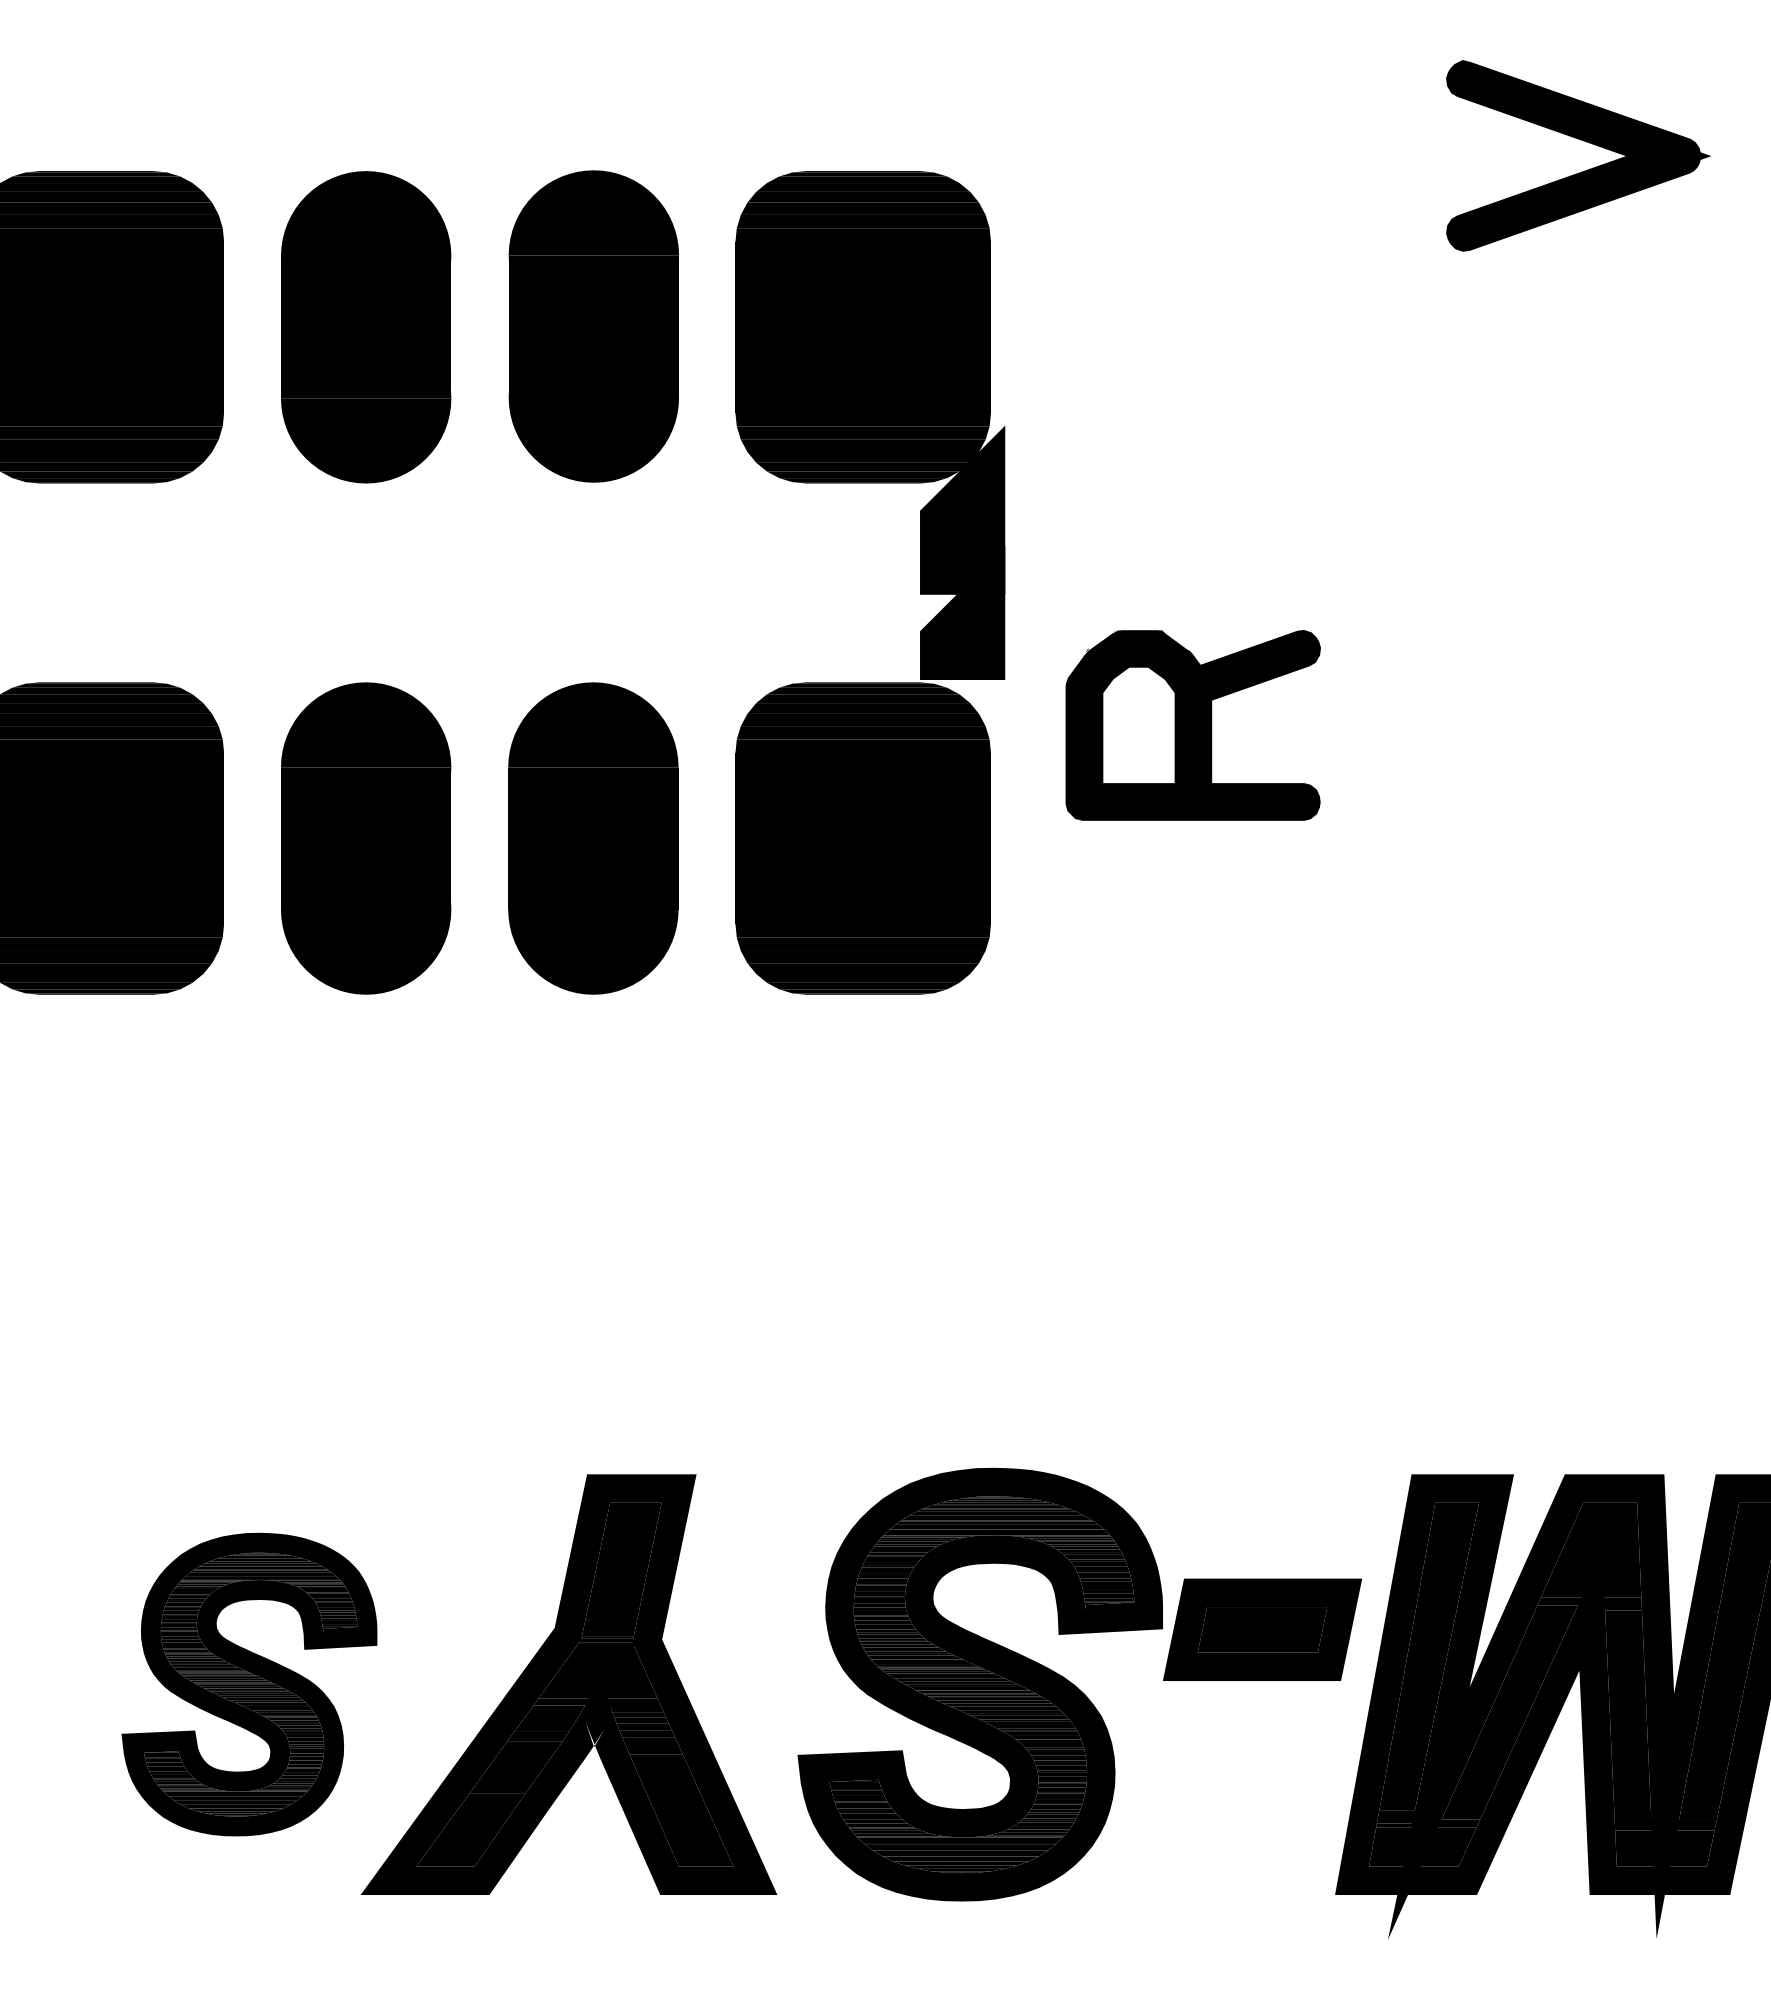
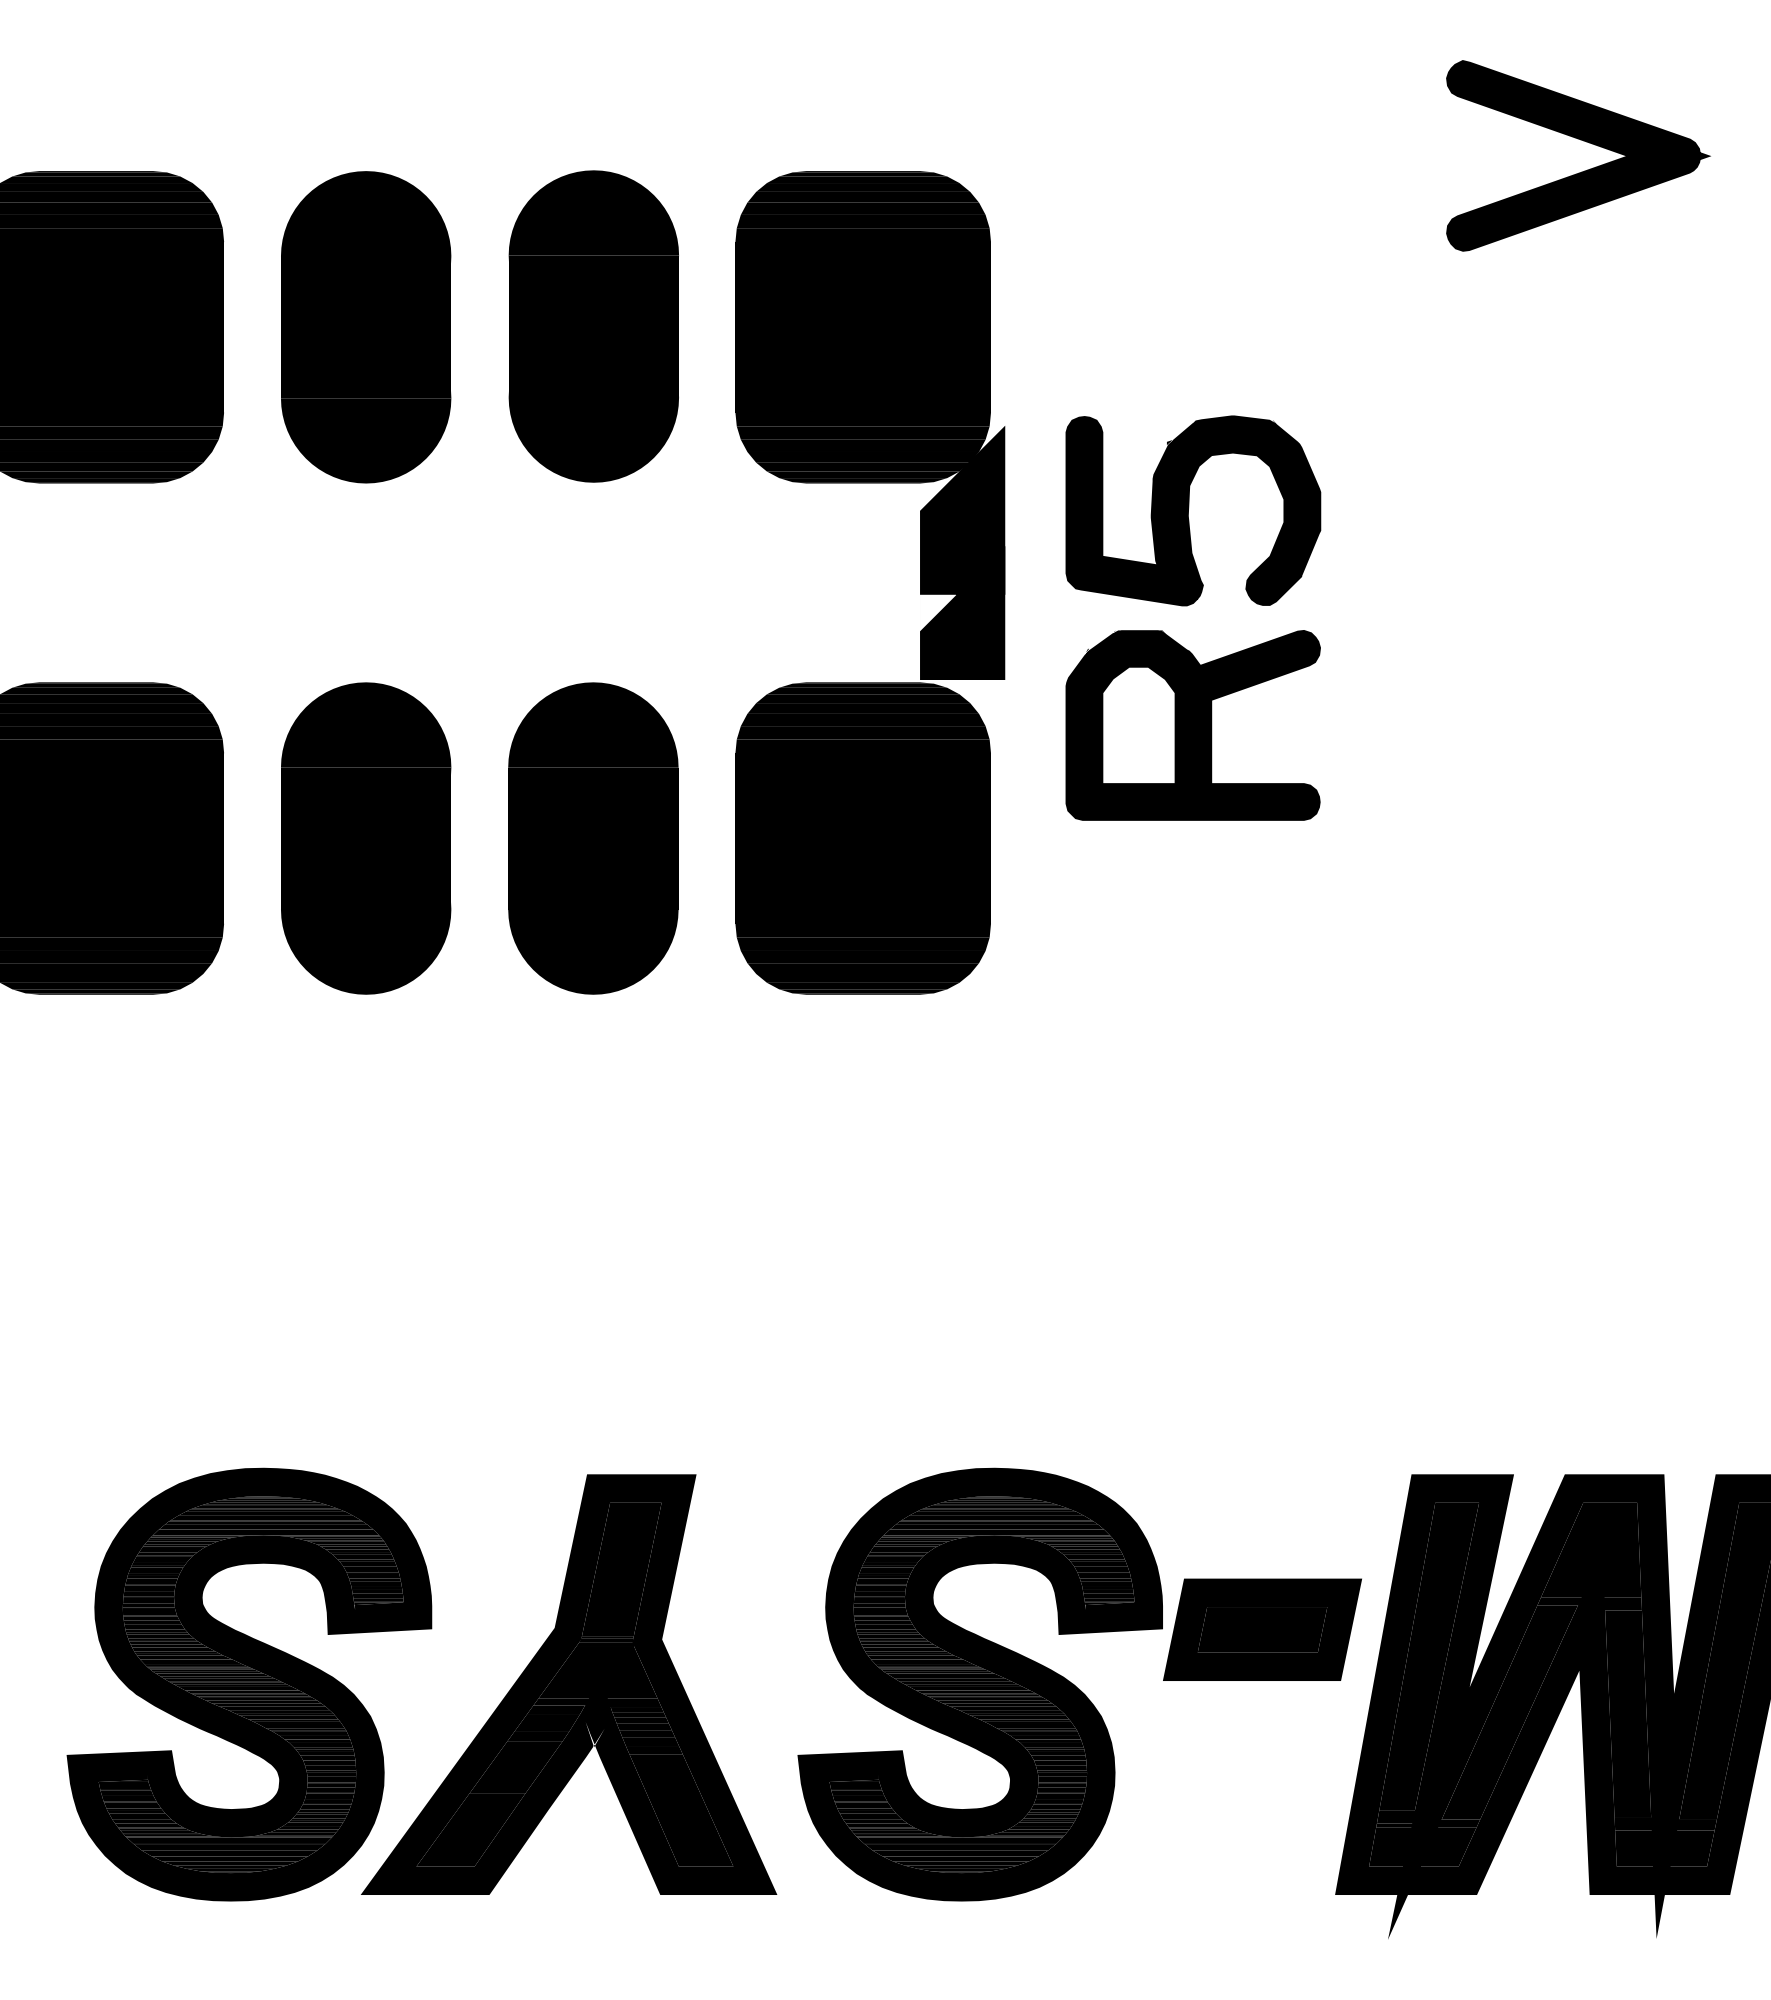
part at (1193, 510): none -> present
part at (249, 1684) size: 257x305 px -> 367x435 px
